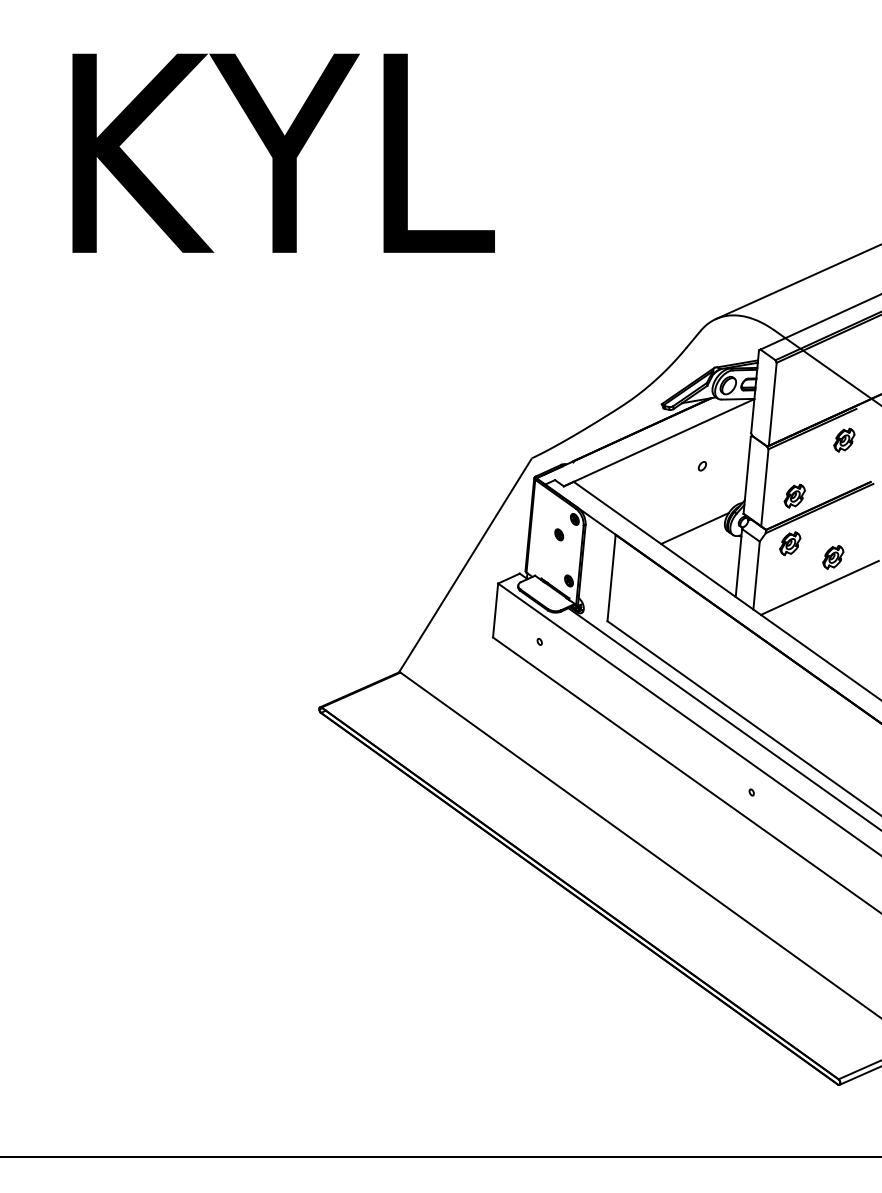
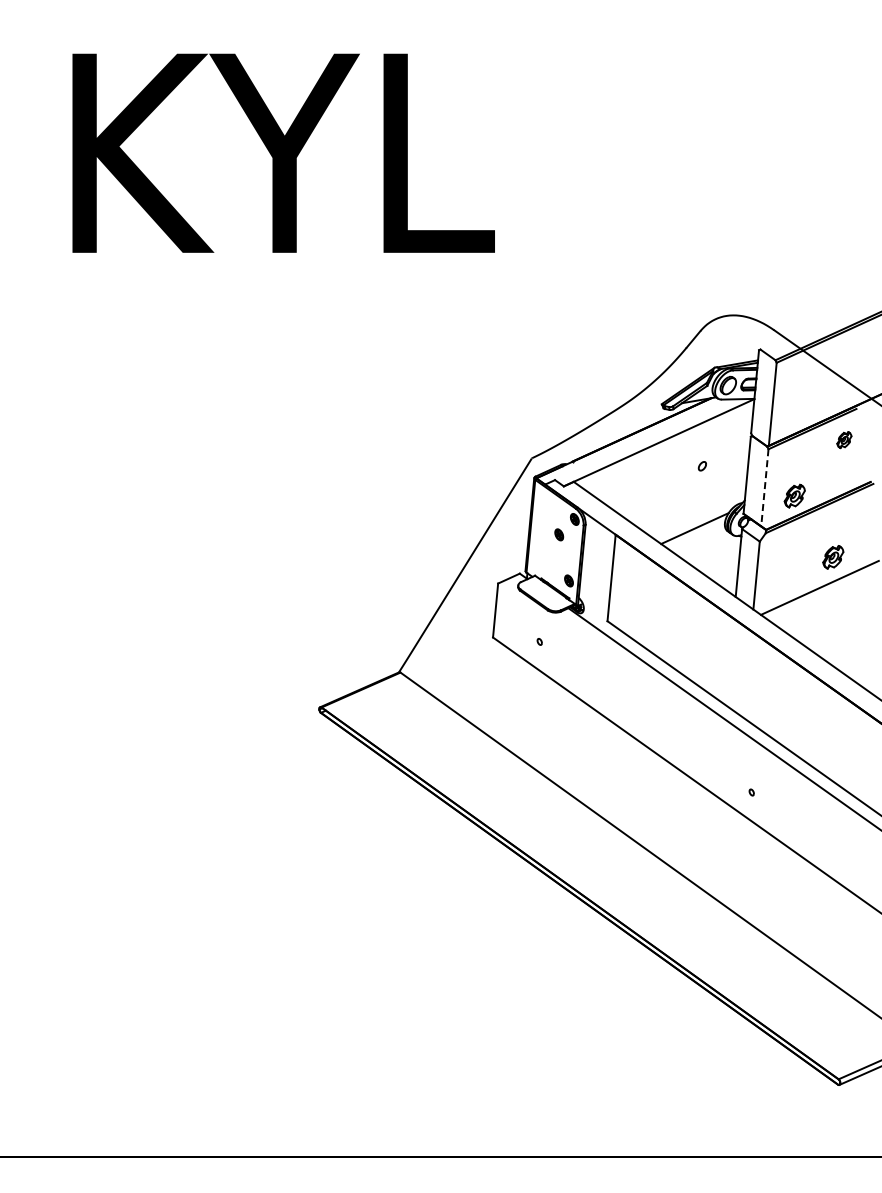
line at (796, 282): present -> none
line at (819, 322): present -> none
part at (844, 439) size: 23x26 px -> 17x19 px
line at (764, 487): solid -> dashed
part at (790, 543): present -> none
line at (688, 718): present -> none
